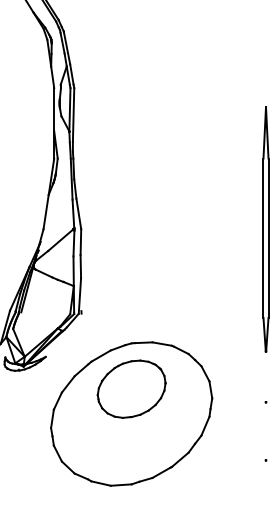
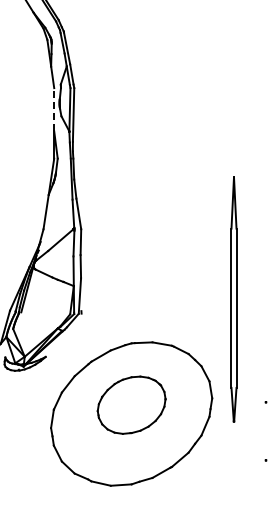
line at (54, 109): solid -> dashed
part at (265, 229) position: (265, 229) -> (233, 299)
part at (131, 388) position: (131, 388) -> (131, 404)
